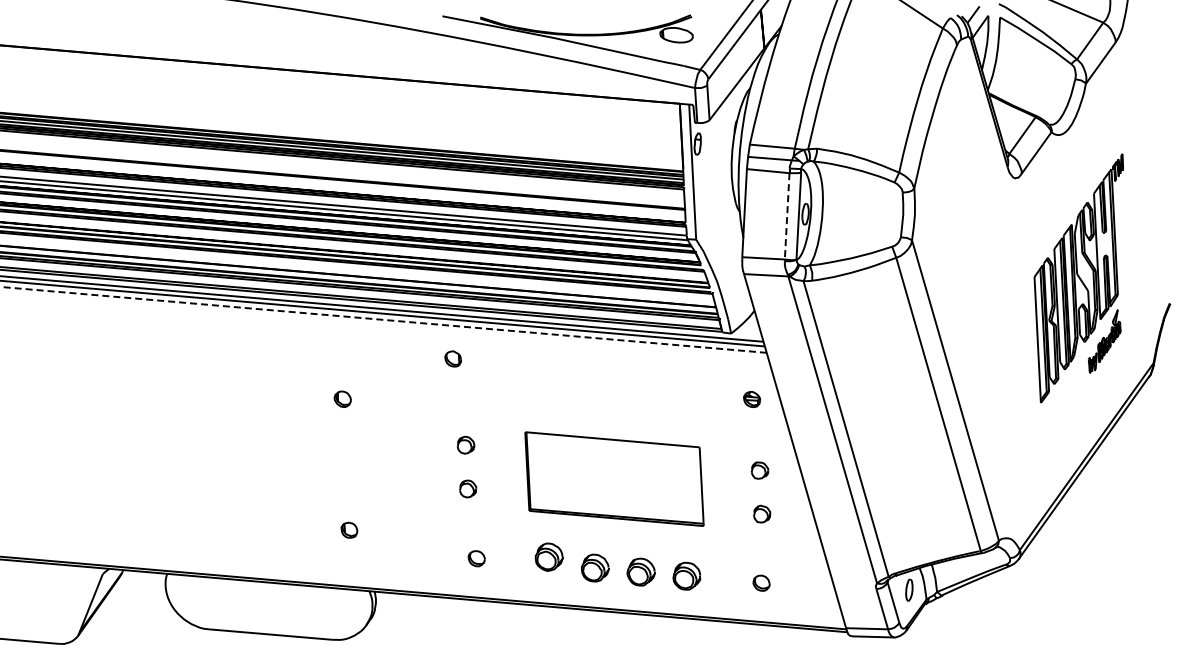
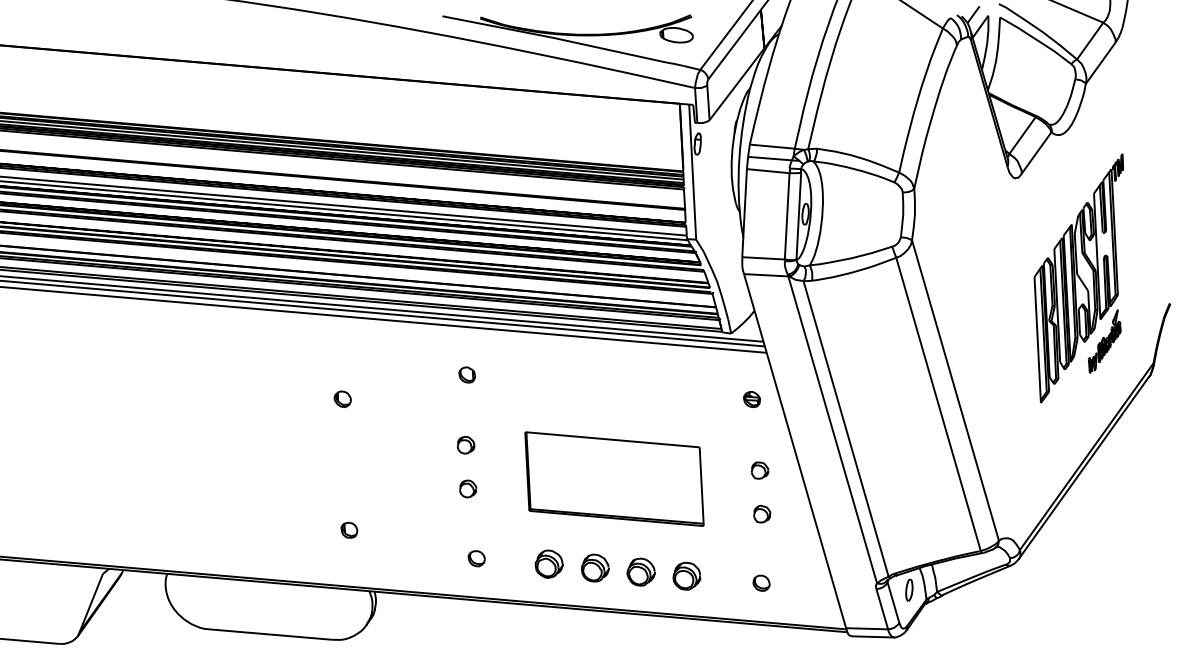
line at (787, 216): dashed -> solid
line at (384, 319): dashed -> solid
part at (452, 358) position: (452, 358) -> (466, 374)
part at (548, 556) position: (548, 556) -> (548, 563)
